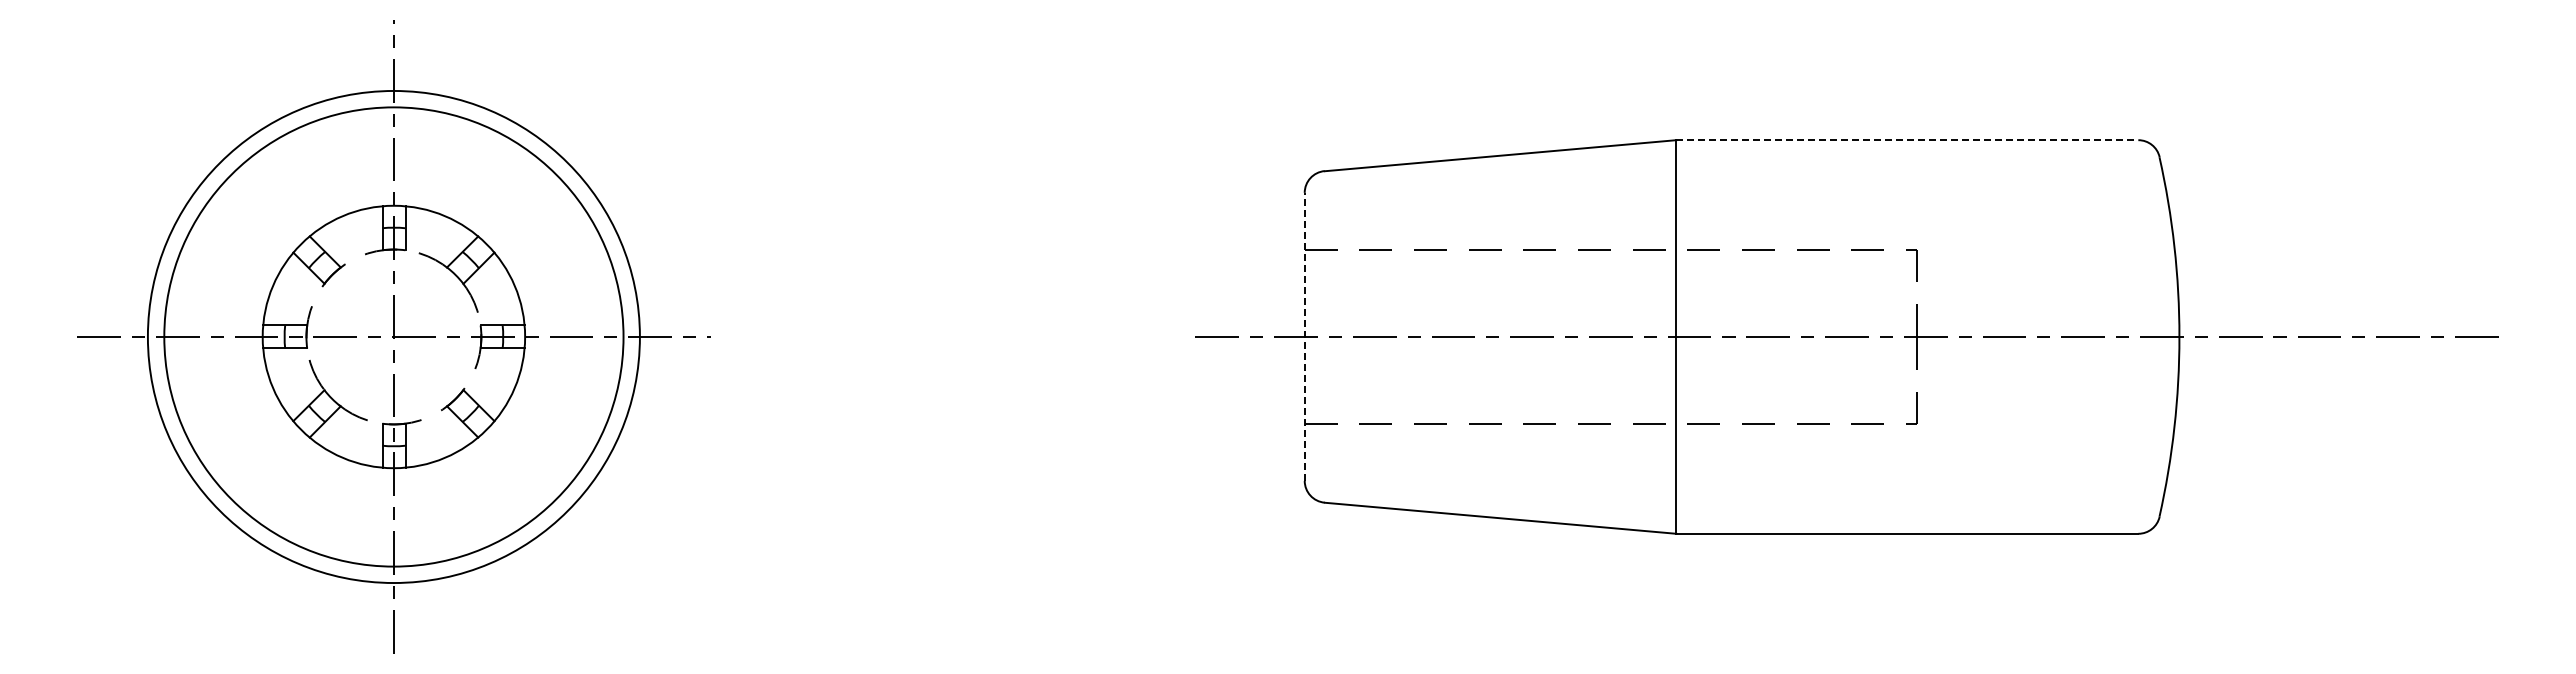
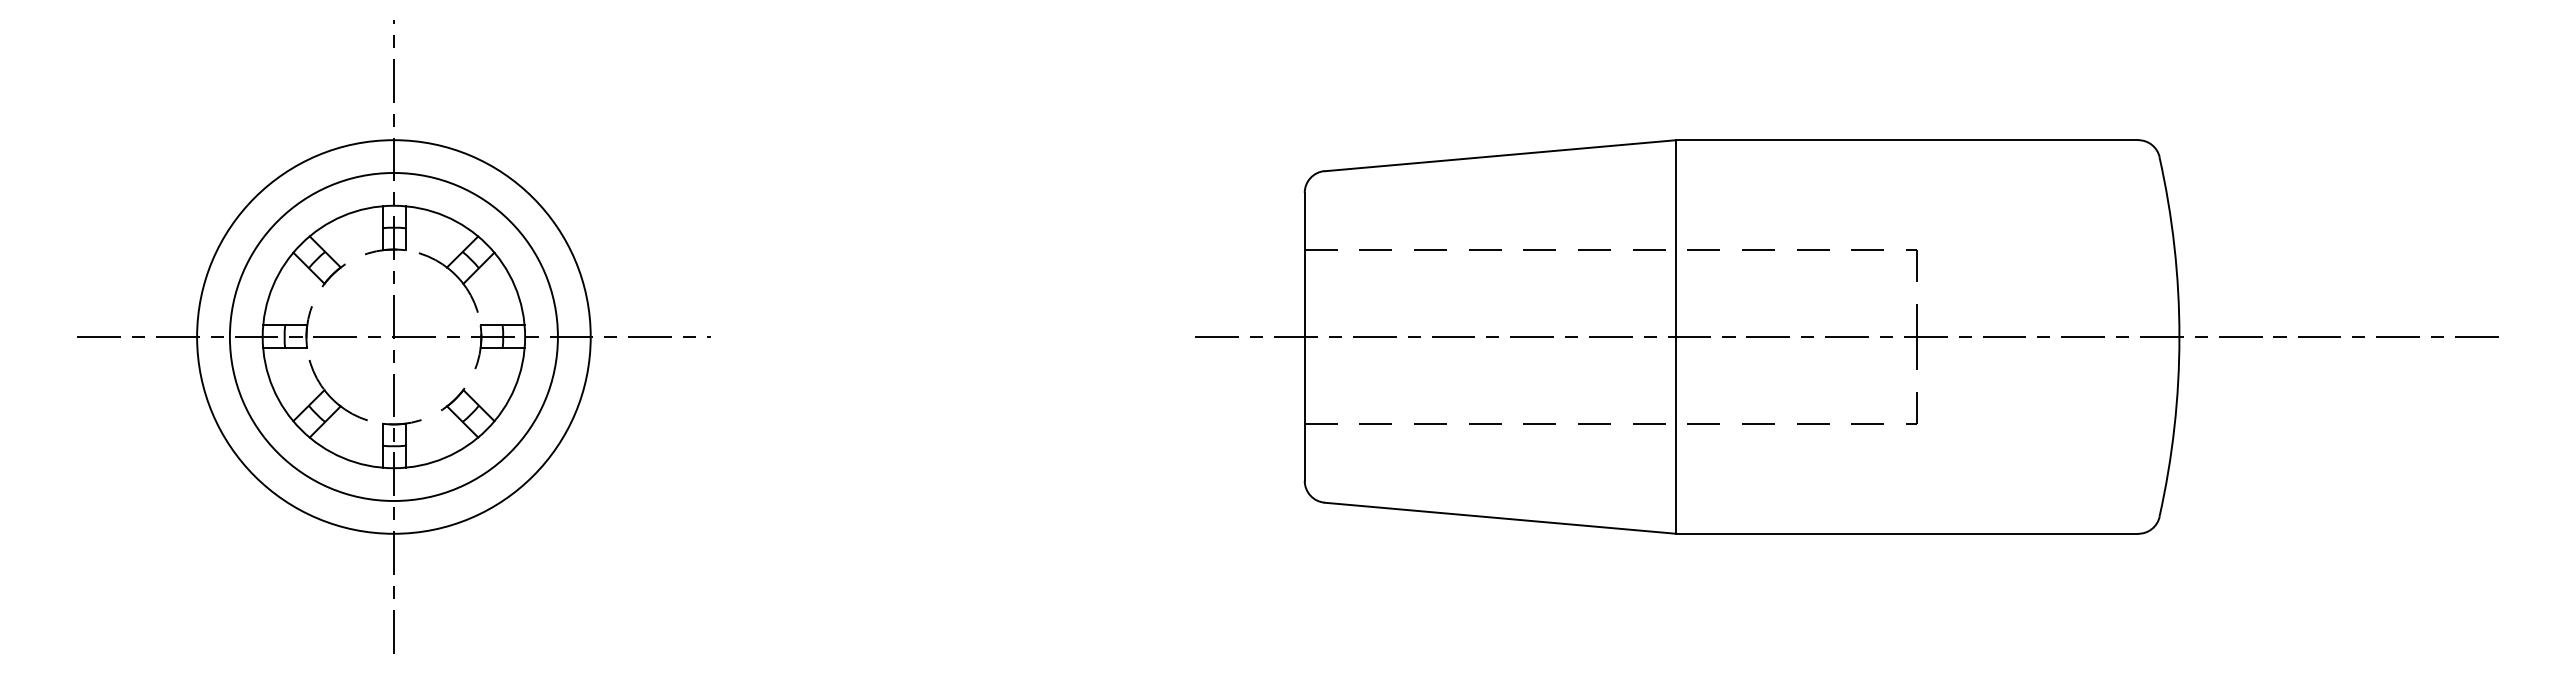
line at (1907, 140): dashed -> solid
circle at (393, 336) diameter: 459 px -> 328 px
circle at (393, 336) diameter: 492 px -> 394 px
line at (1304, 336): dashed -> solid
